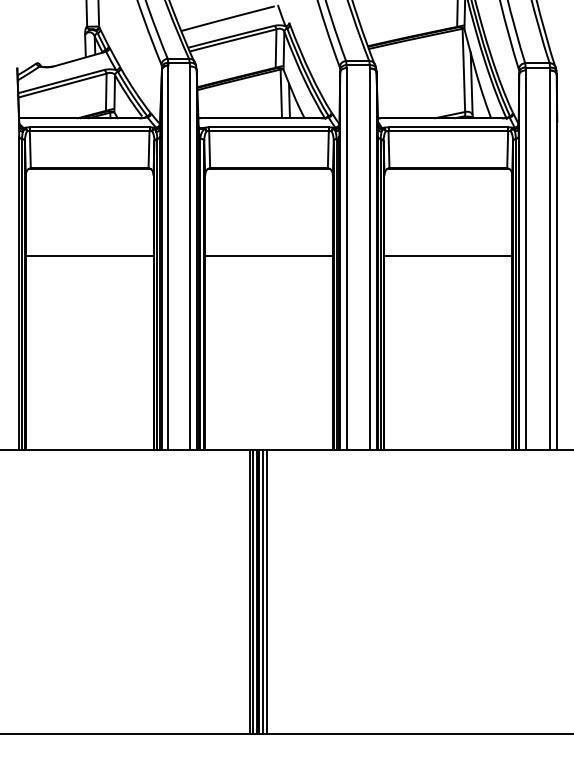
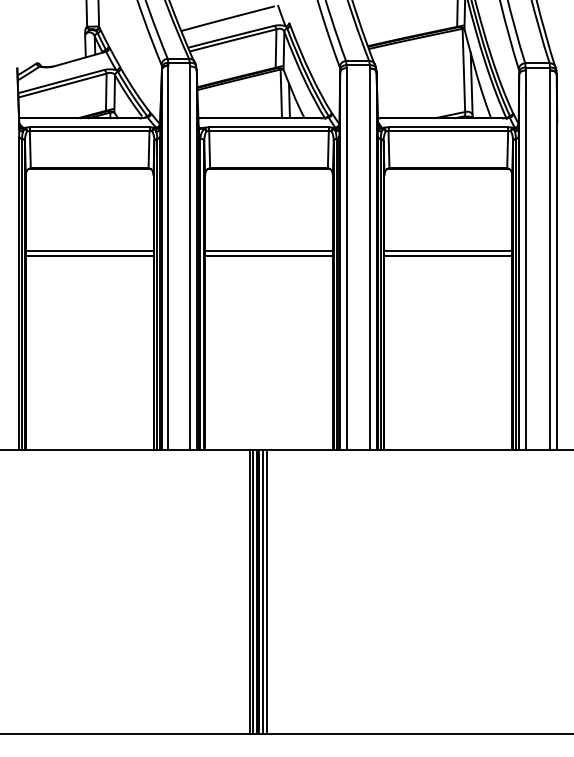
line at (89, 251): none -> present
line at (268, 251): none -> present
line at (448, 251): none -> present
